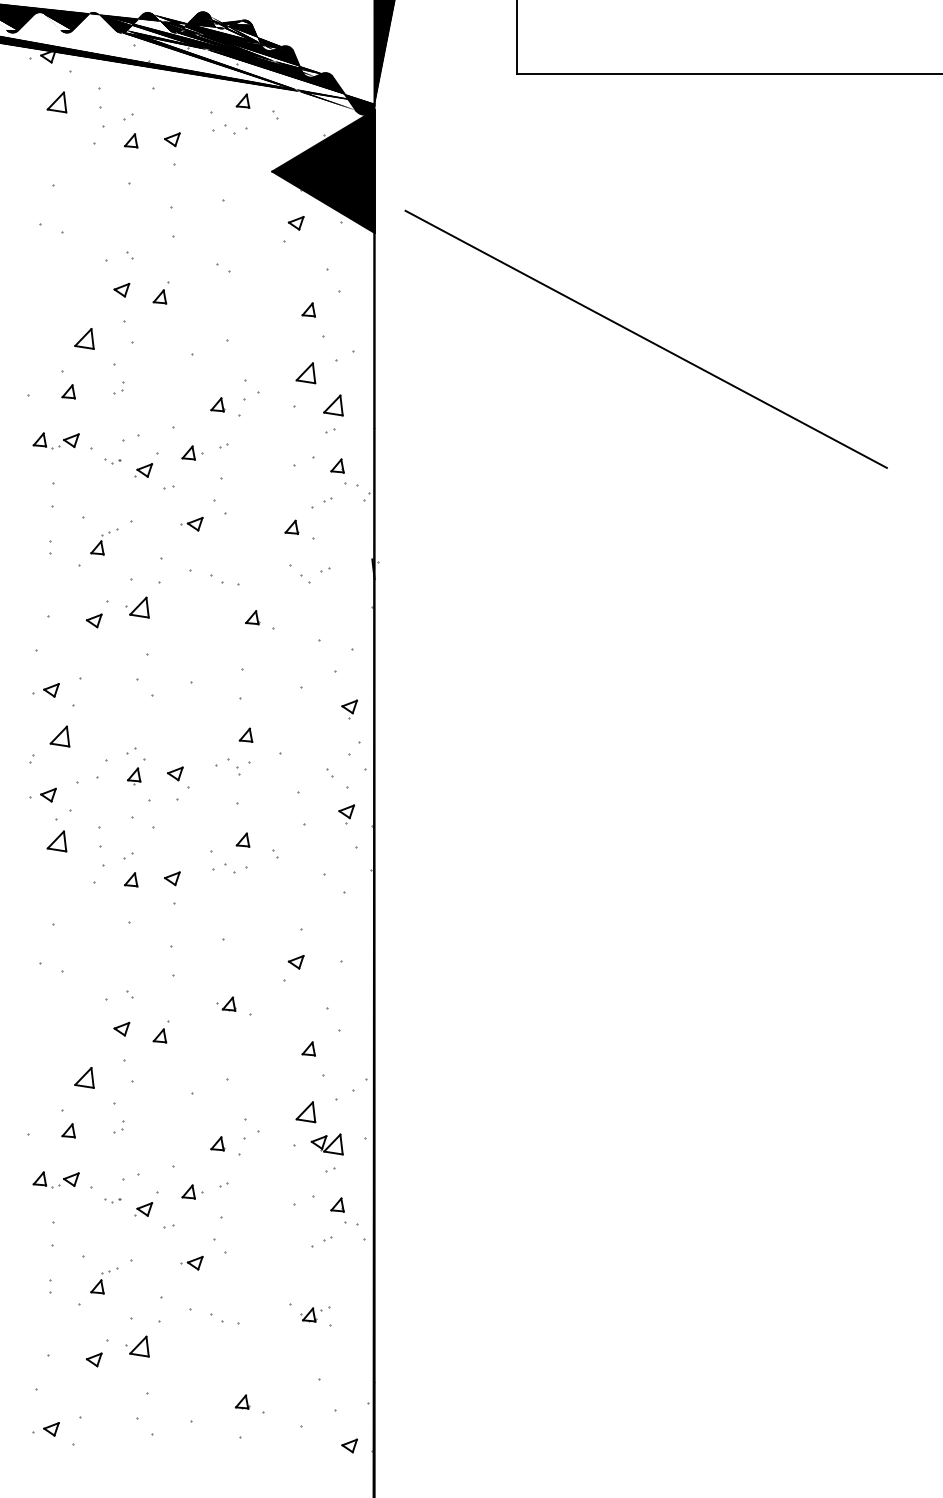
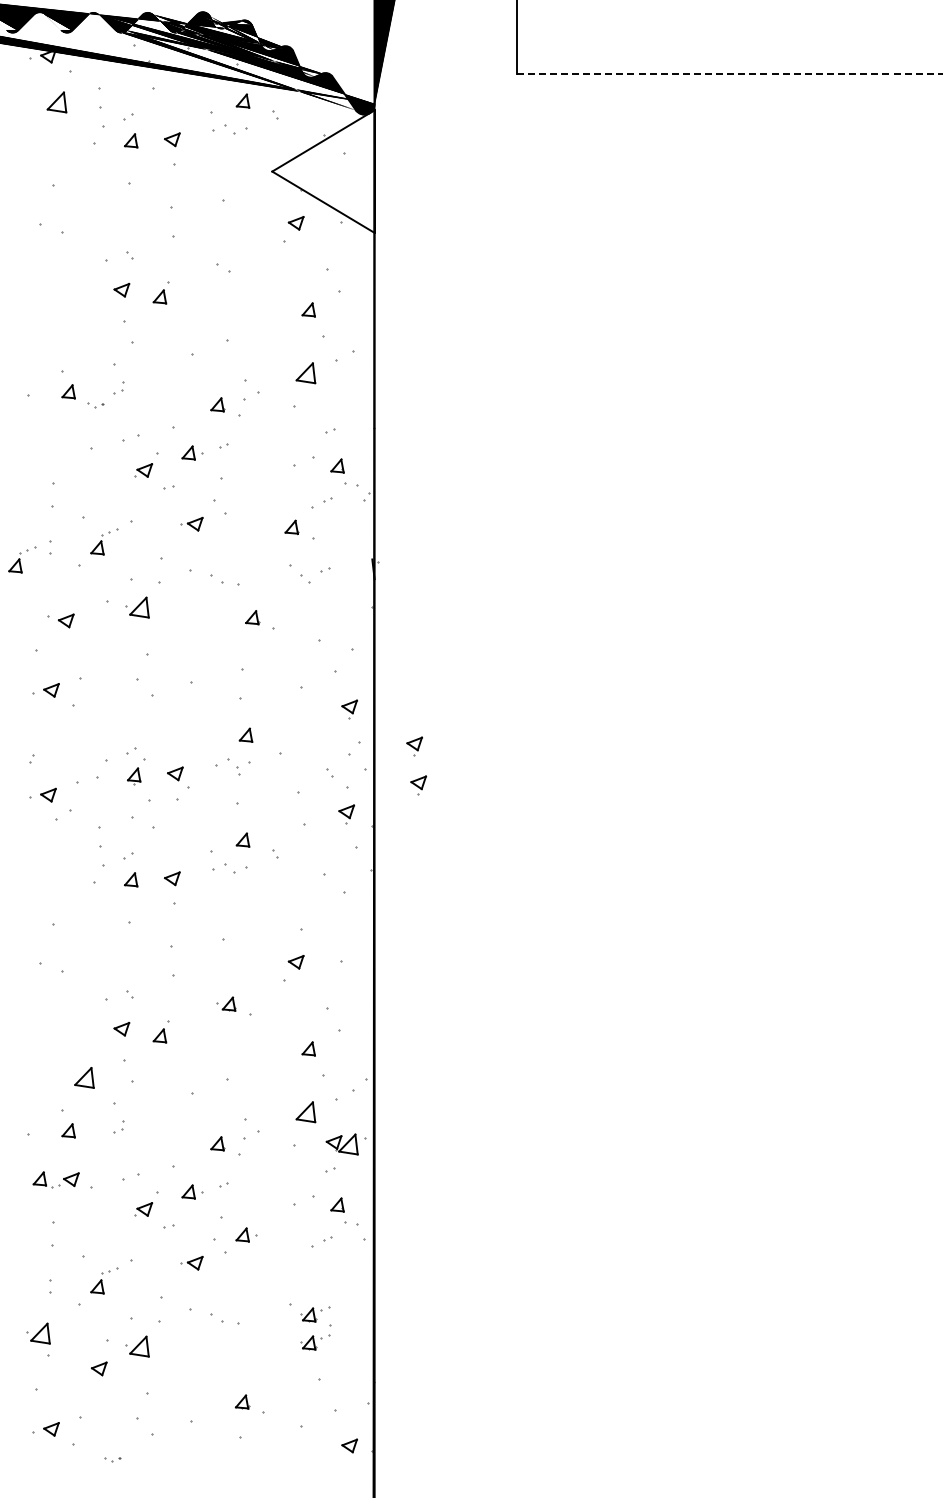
line at (729, 73): solid -> dashed
fill at (323, 171): present -> none
part at (84, 338): present -> none
line at (645, 338): present -> none
part at (333, 405): present -> none
part at (59, 445): present -> none
part at (112, 461) position: (112, 461) -> (95, 405)
part at (22, 559): none -> present
part at (93, 620) position: (93, 620) -> (65, 620)
part at (59, 736): present -> none
part at (414, 746): none -> present
part at (418, 785): none -> present
part at (56, 841): present -> none
part at (326, 1144) position: (326, 1144) -> (341, 1144)
part at (112, 1200) position: (112, 1200) -> (112, 1459)
part at (246, 1234): none -> present
part at (38, 1333): none -> present
part at (315, 1342): none -> present
part at (93, 1359) position: (93, 1359) -> (98, 1368)
